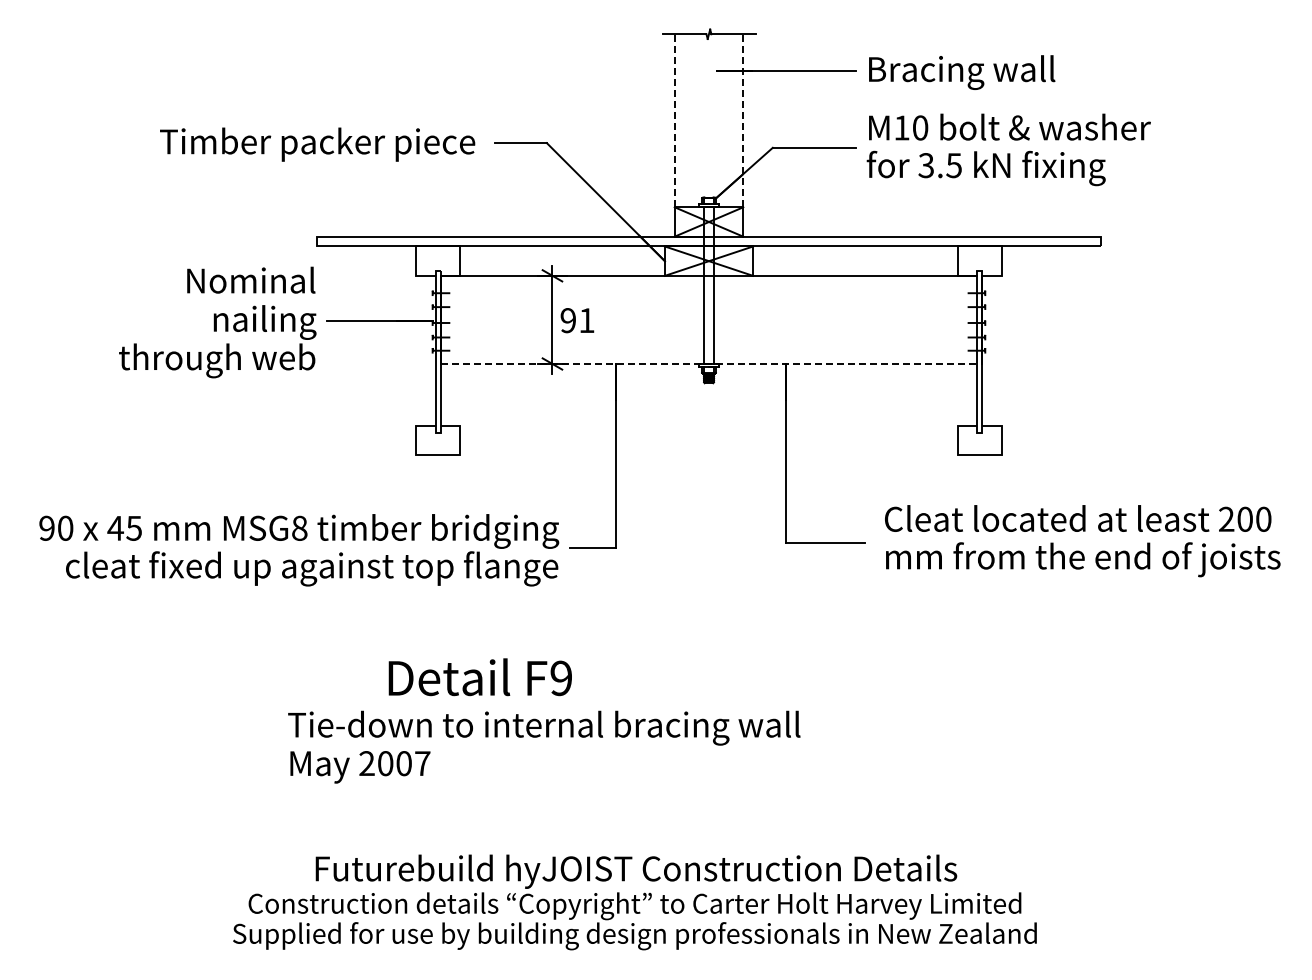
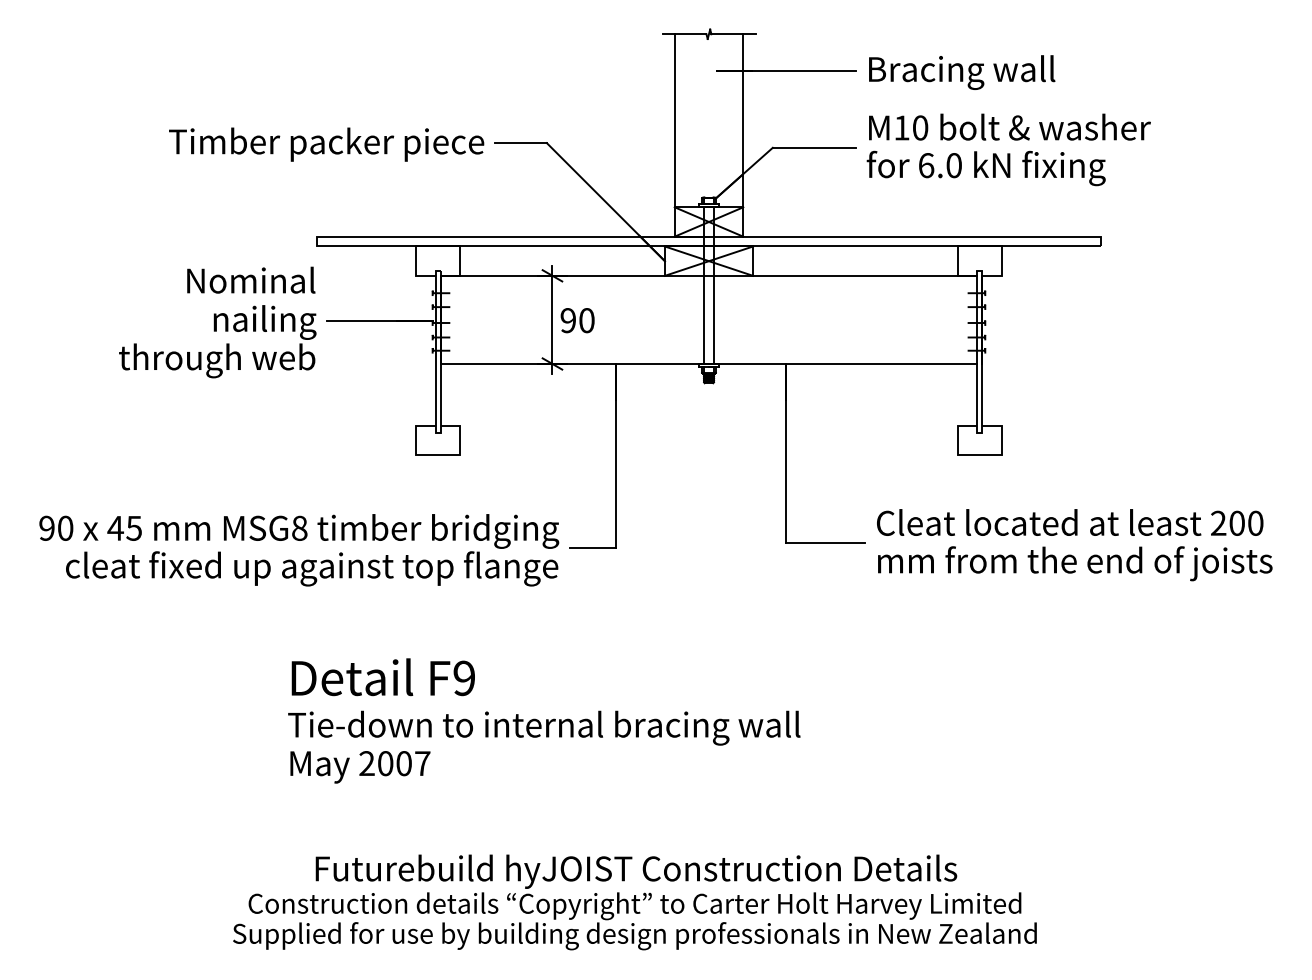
line at (674, 120): dashed -> solid
line at (743, 120): dashed -> solid
text at (317, 144) position: (317, 144) -> (326, 144)
text at (939, 165): 3.5 -> 6.0
text at (586, 320): 91 -> 90
line at (709, 364): dashed -> solid
text at (1082, 541) position: (1082, 541) -> (1074, 545)
text at (479, 677) position: (479, 677) -> (382, 677)
